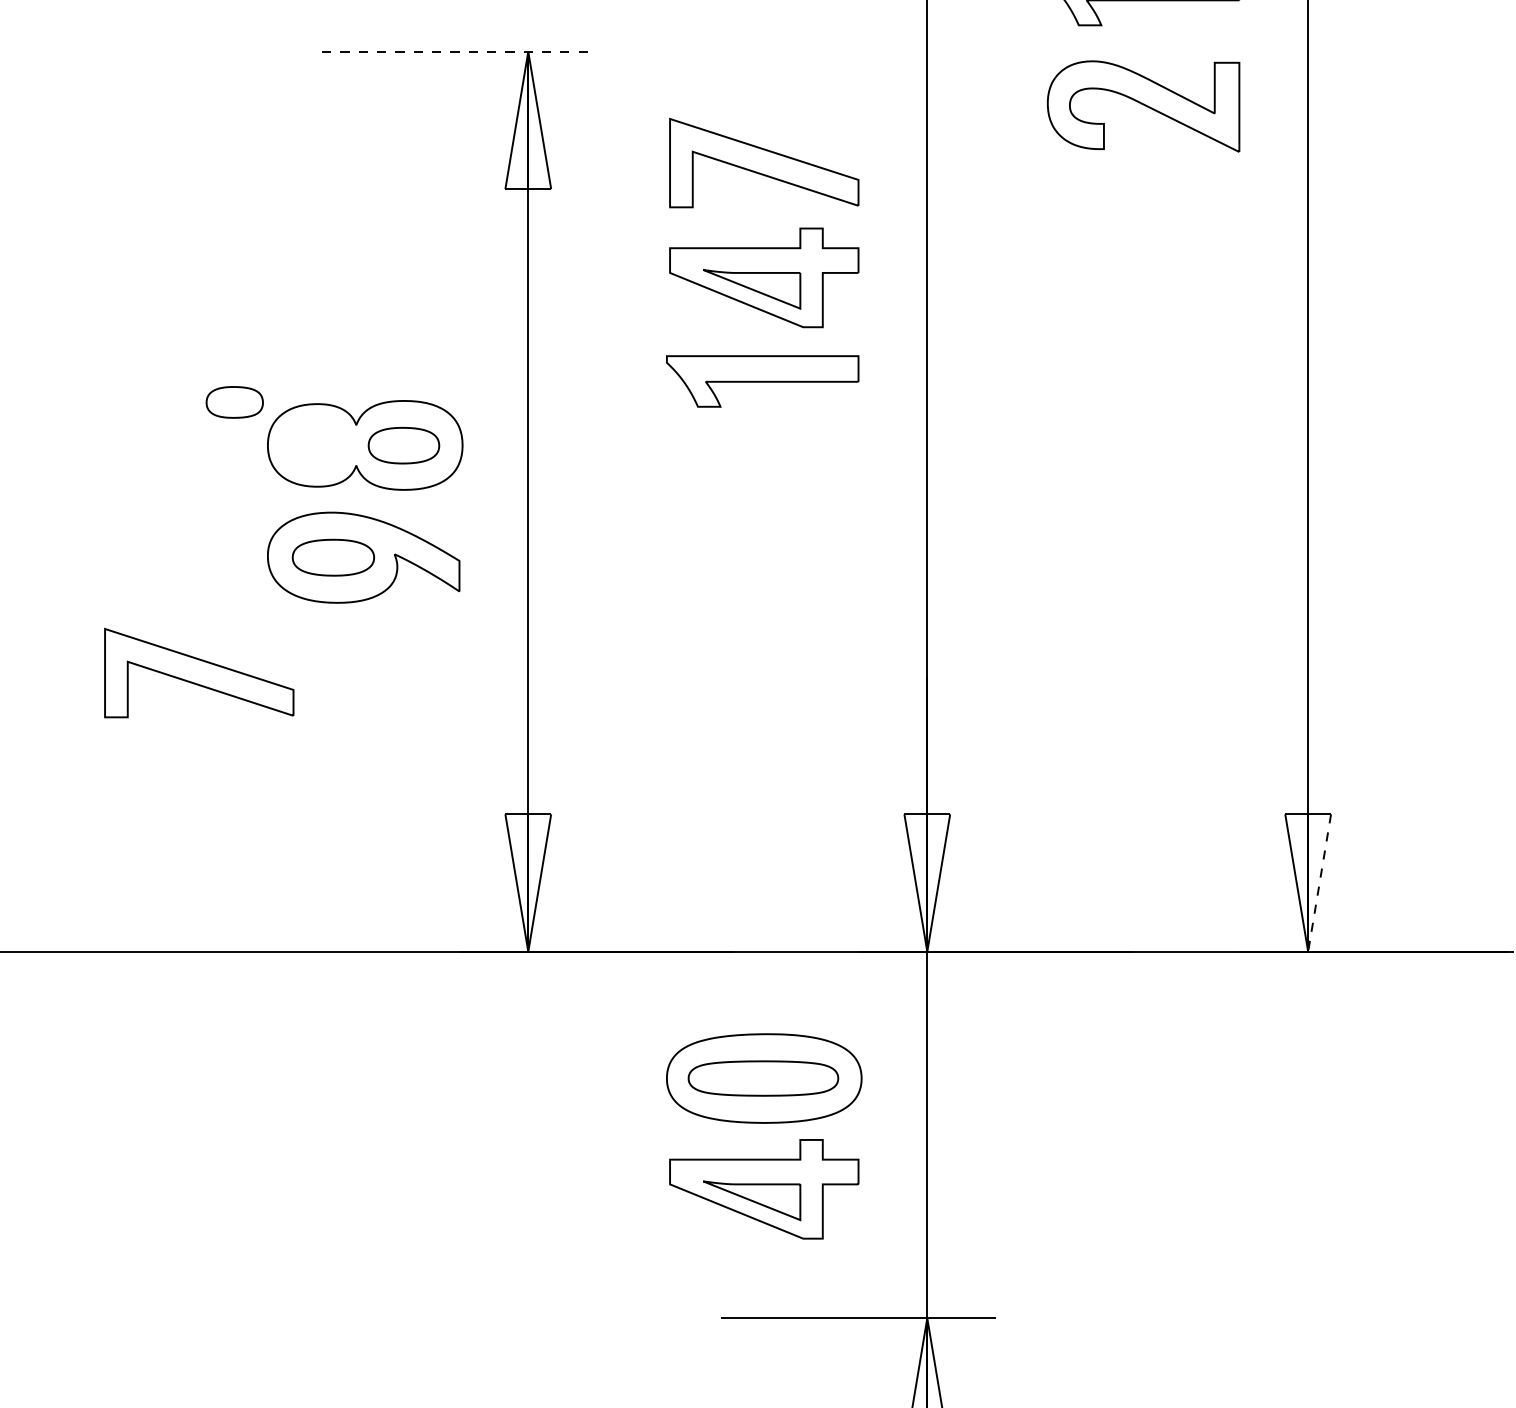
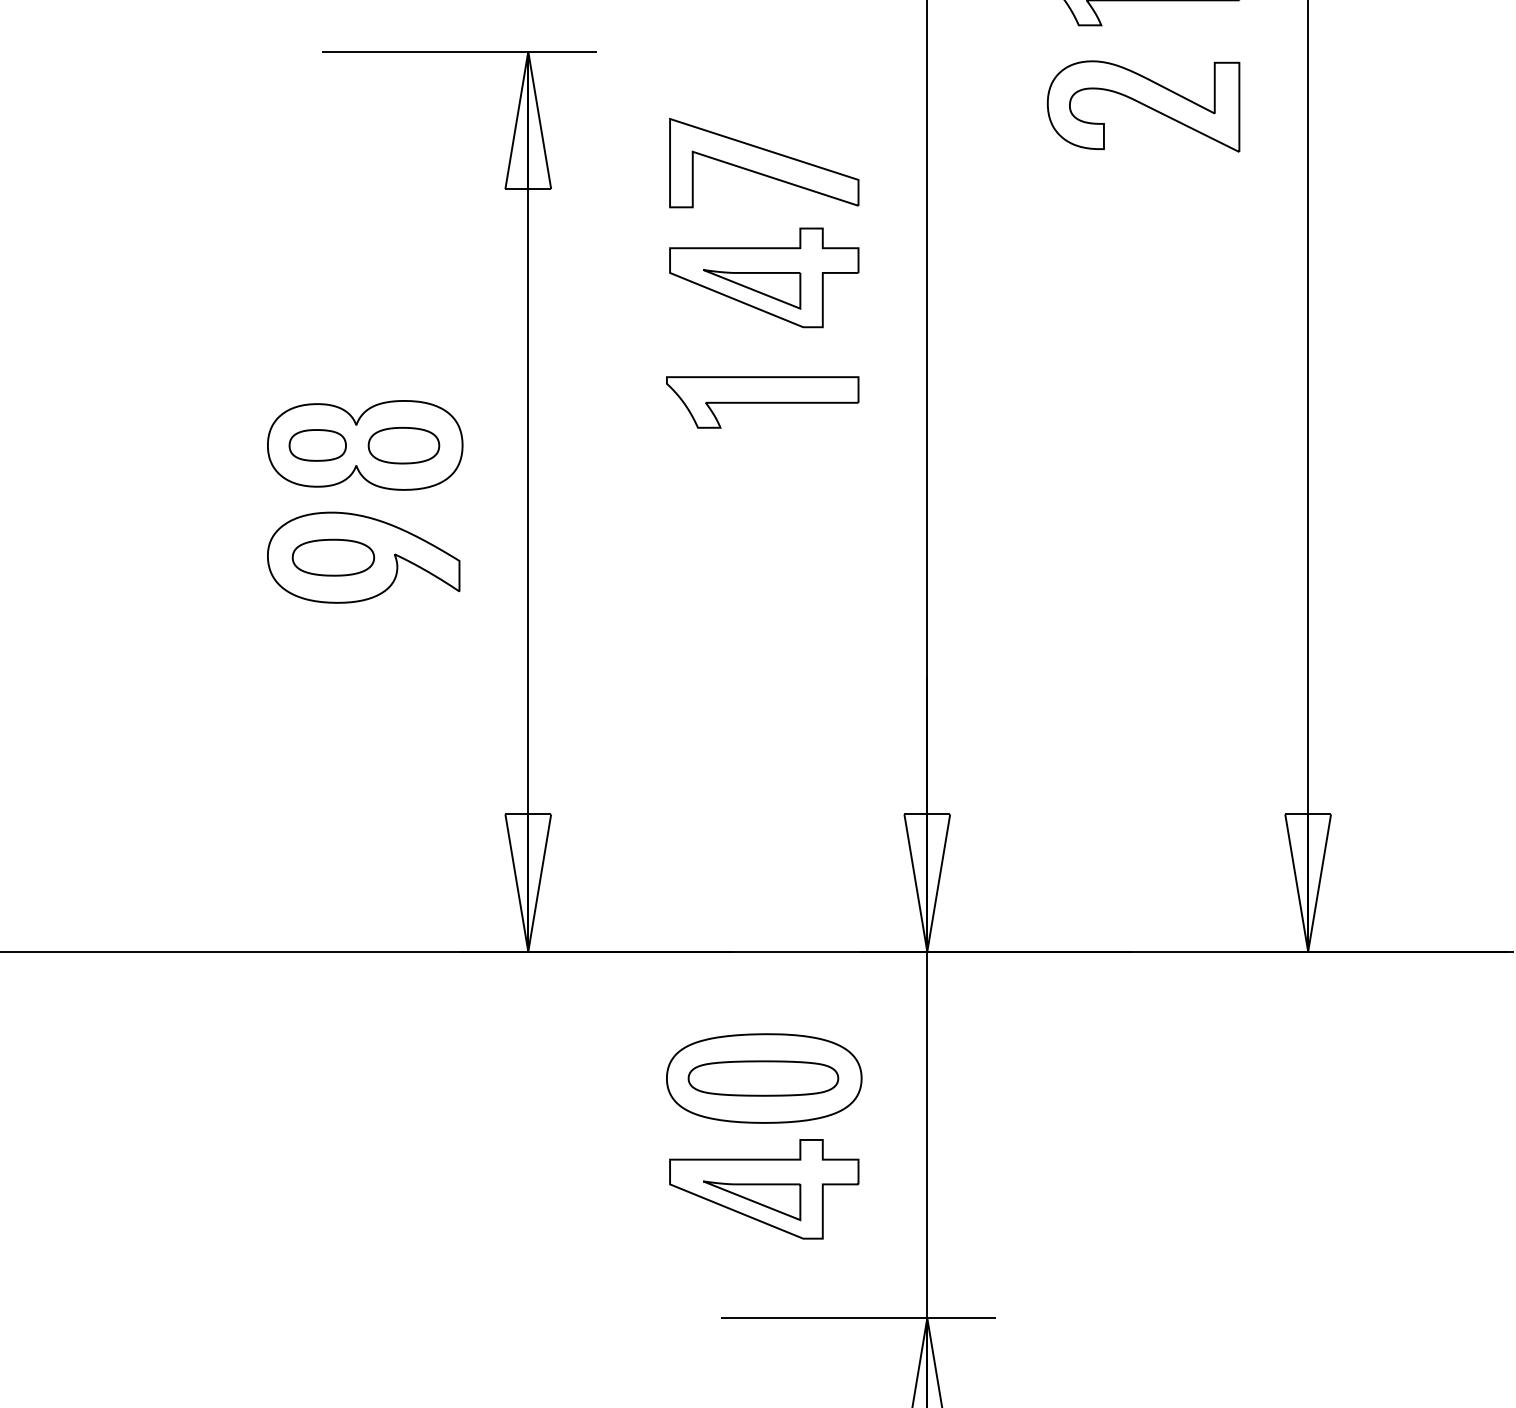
line at (460, 51): dashed -> solid
part at (762, 381) position: (762, 381) -> (762, 402)
part at (234, 402) position: (234, 402) -> (317, 445)
part at (199, 672): present -> none
line at (1319, 883): dashed -> solid
